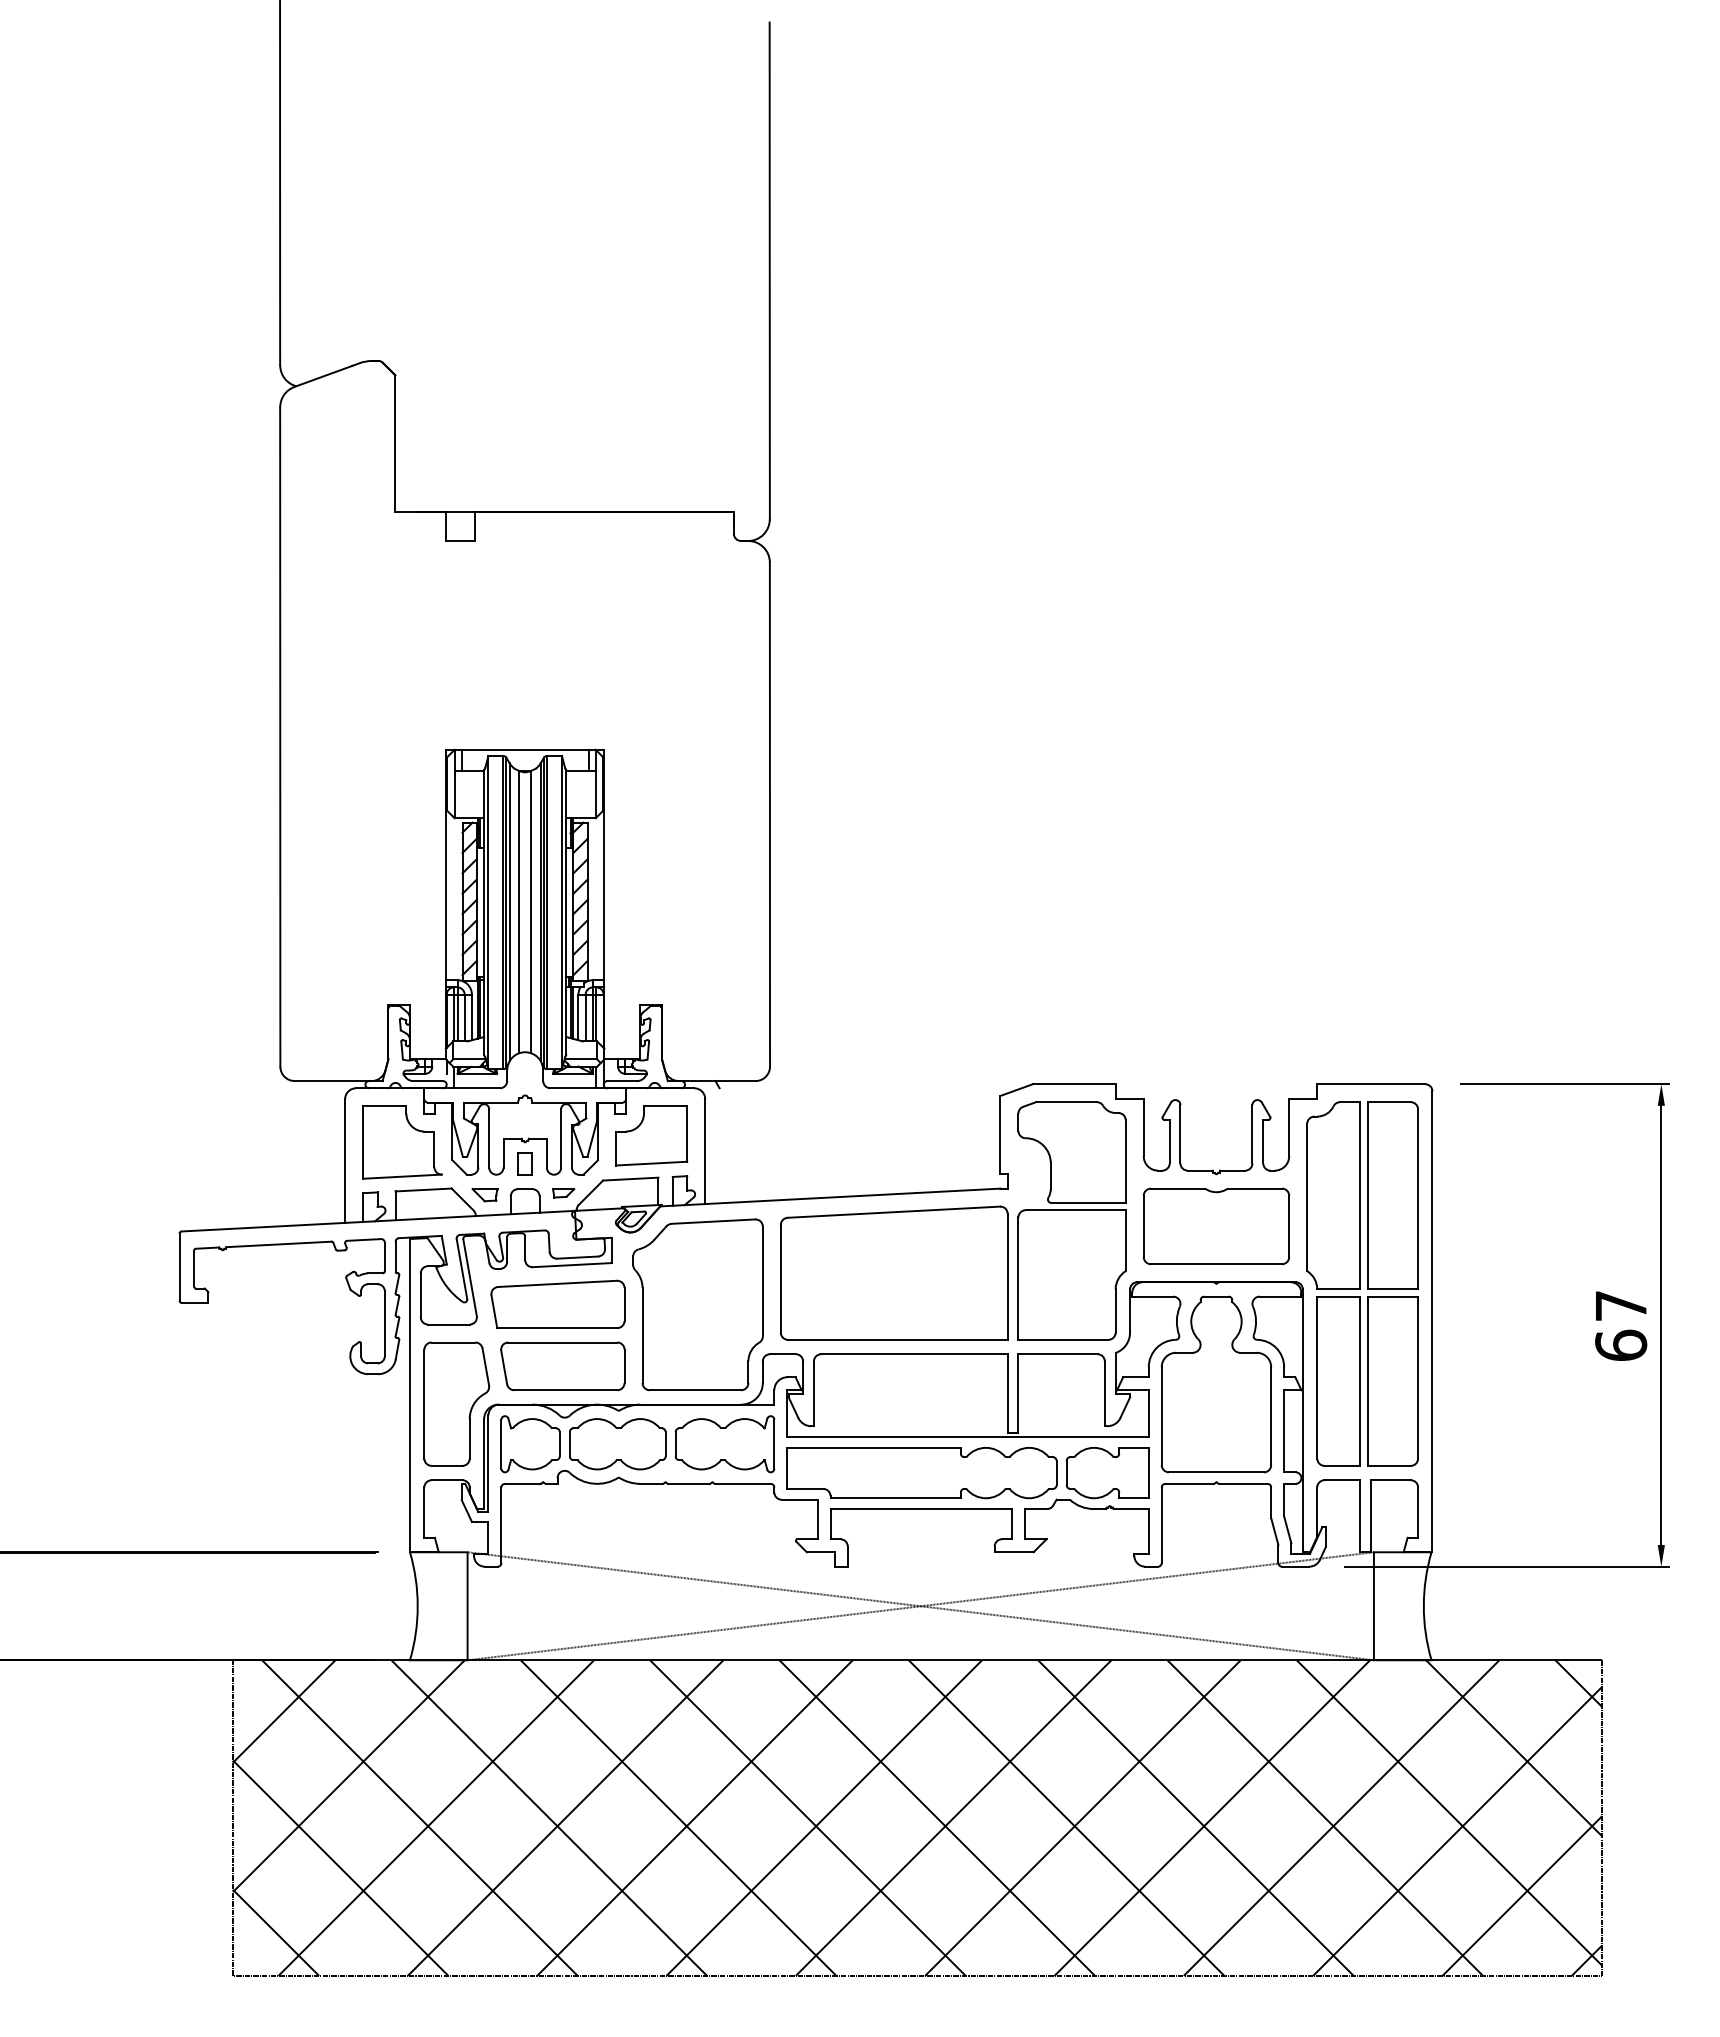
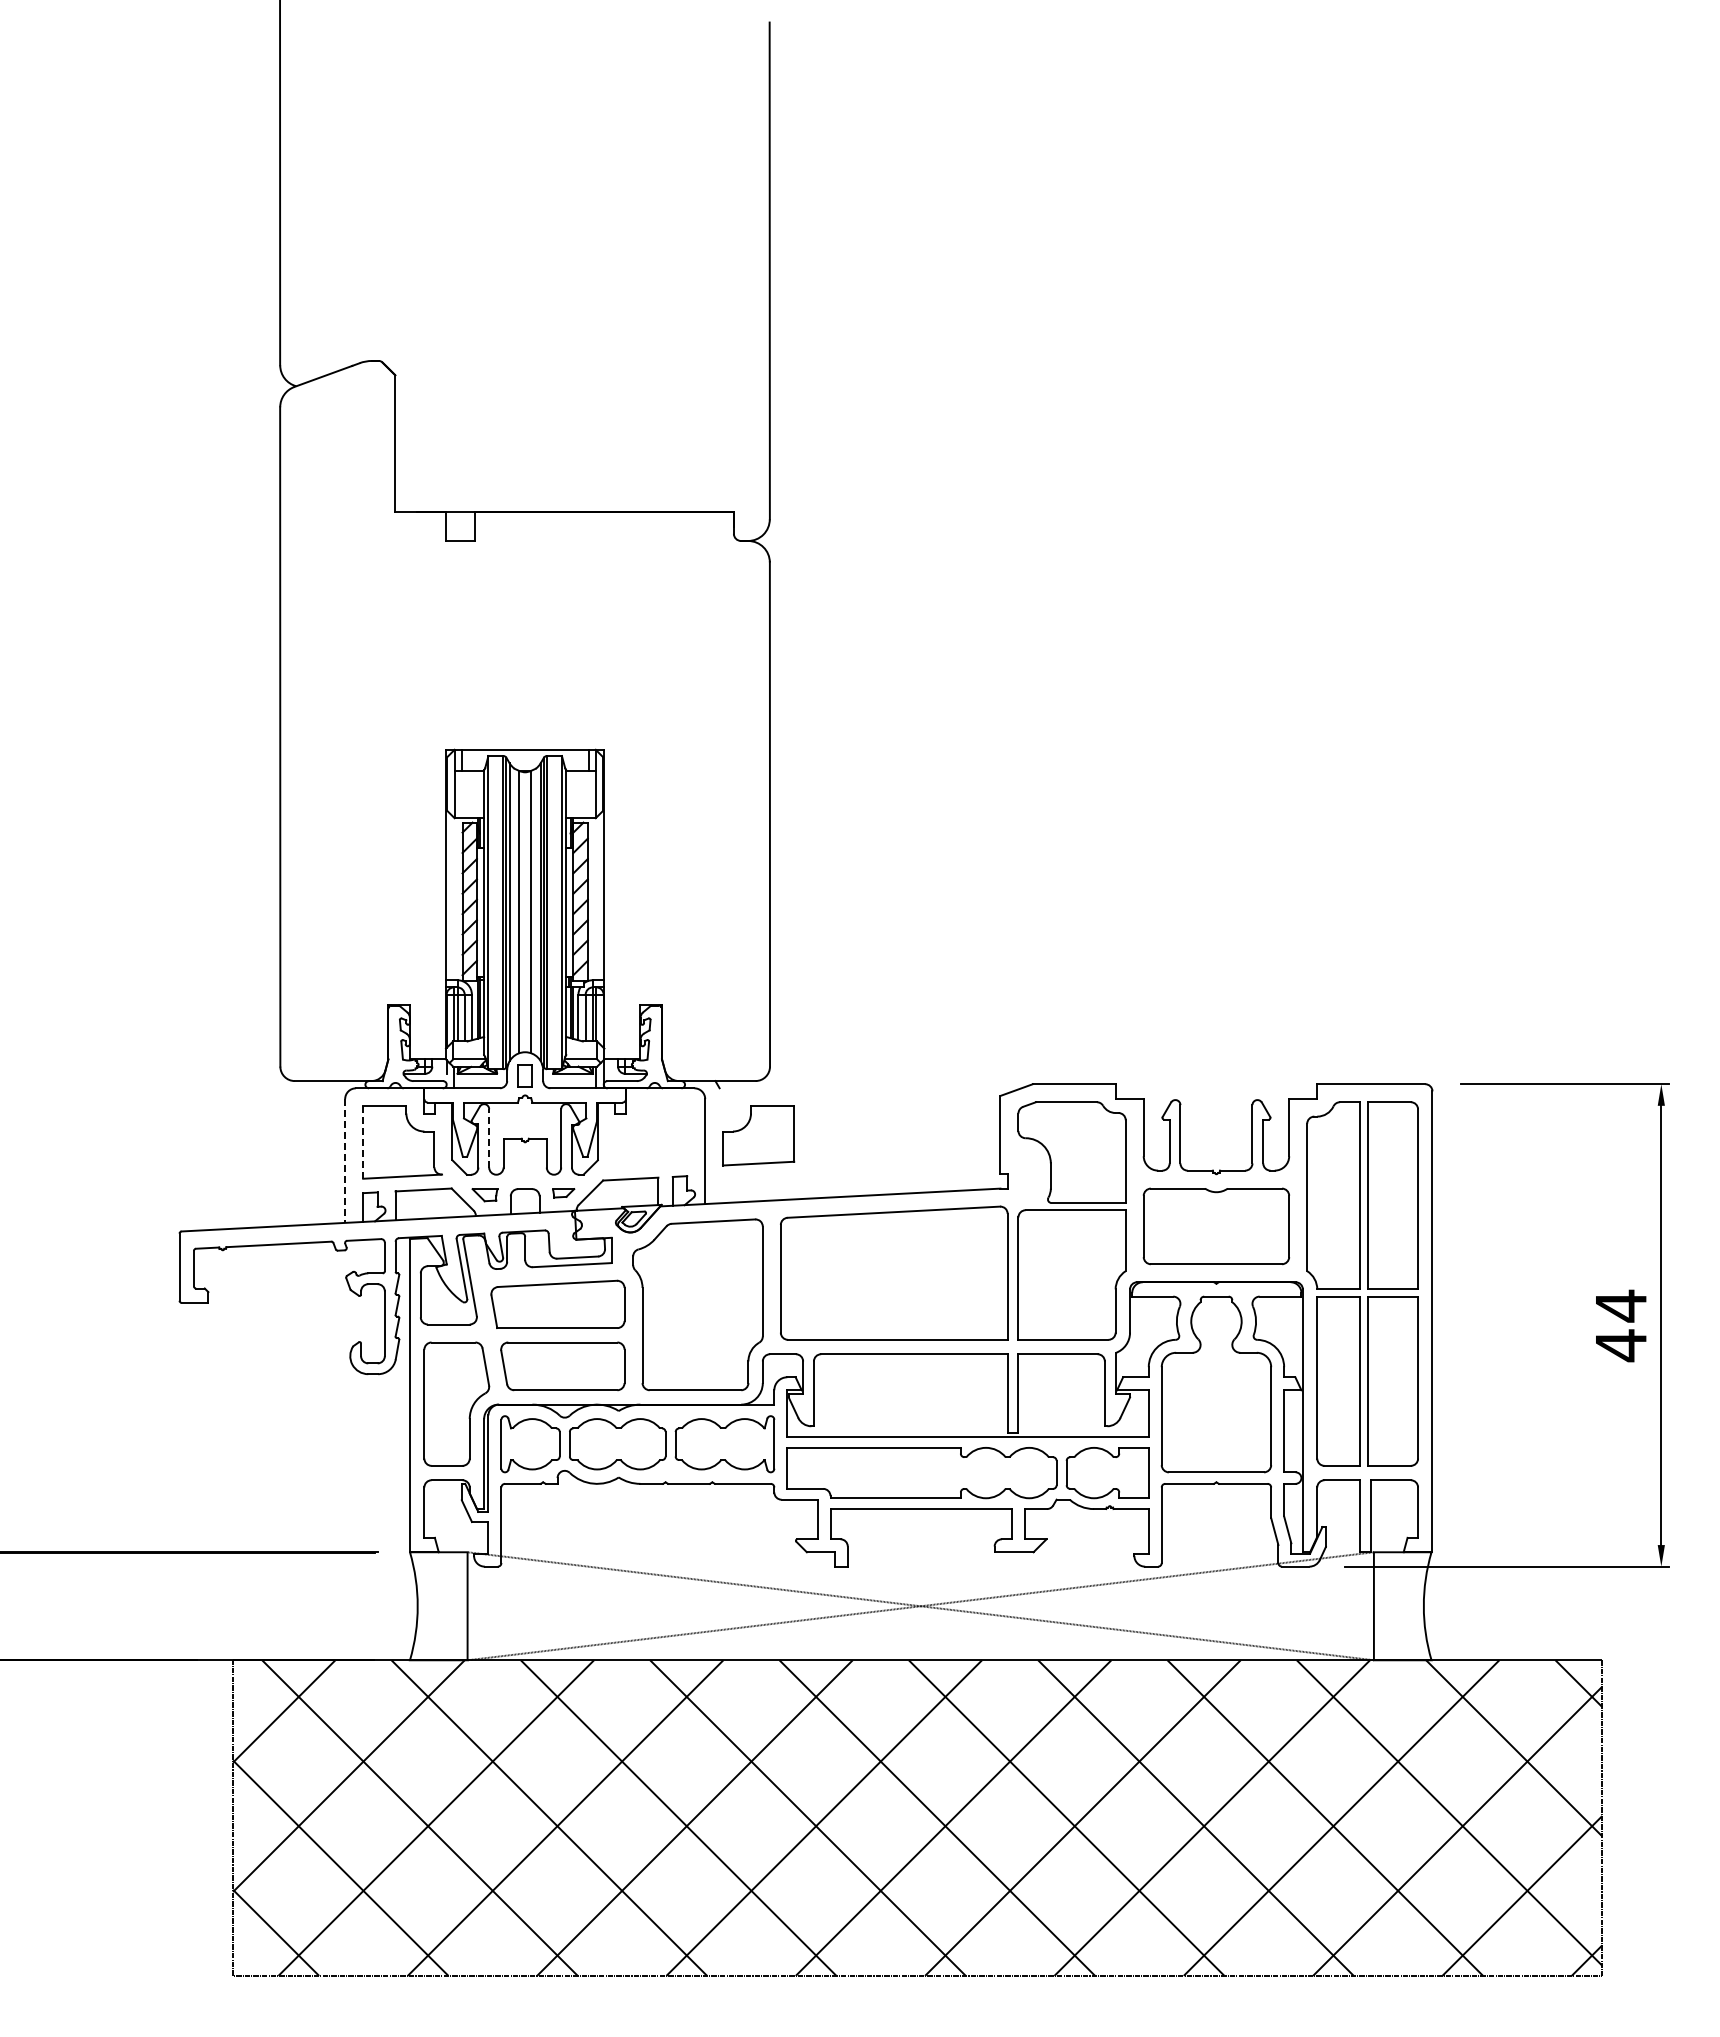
part at (651, 1135) position: (651, 1135) -> (758, 1135)
line at (489, 1137): solid -> dashed
line at (363, 1142): solid -> dashed
line at (345, 1161): solid -> dashed
part at (524, 1163) position: (524, 1163) -> (524, 1075)
text at (1621, 1325): 67 -> 44
